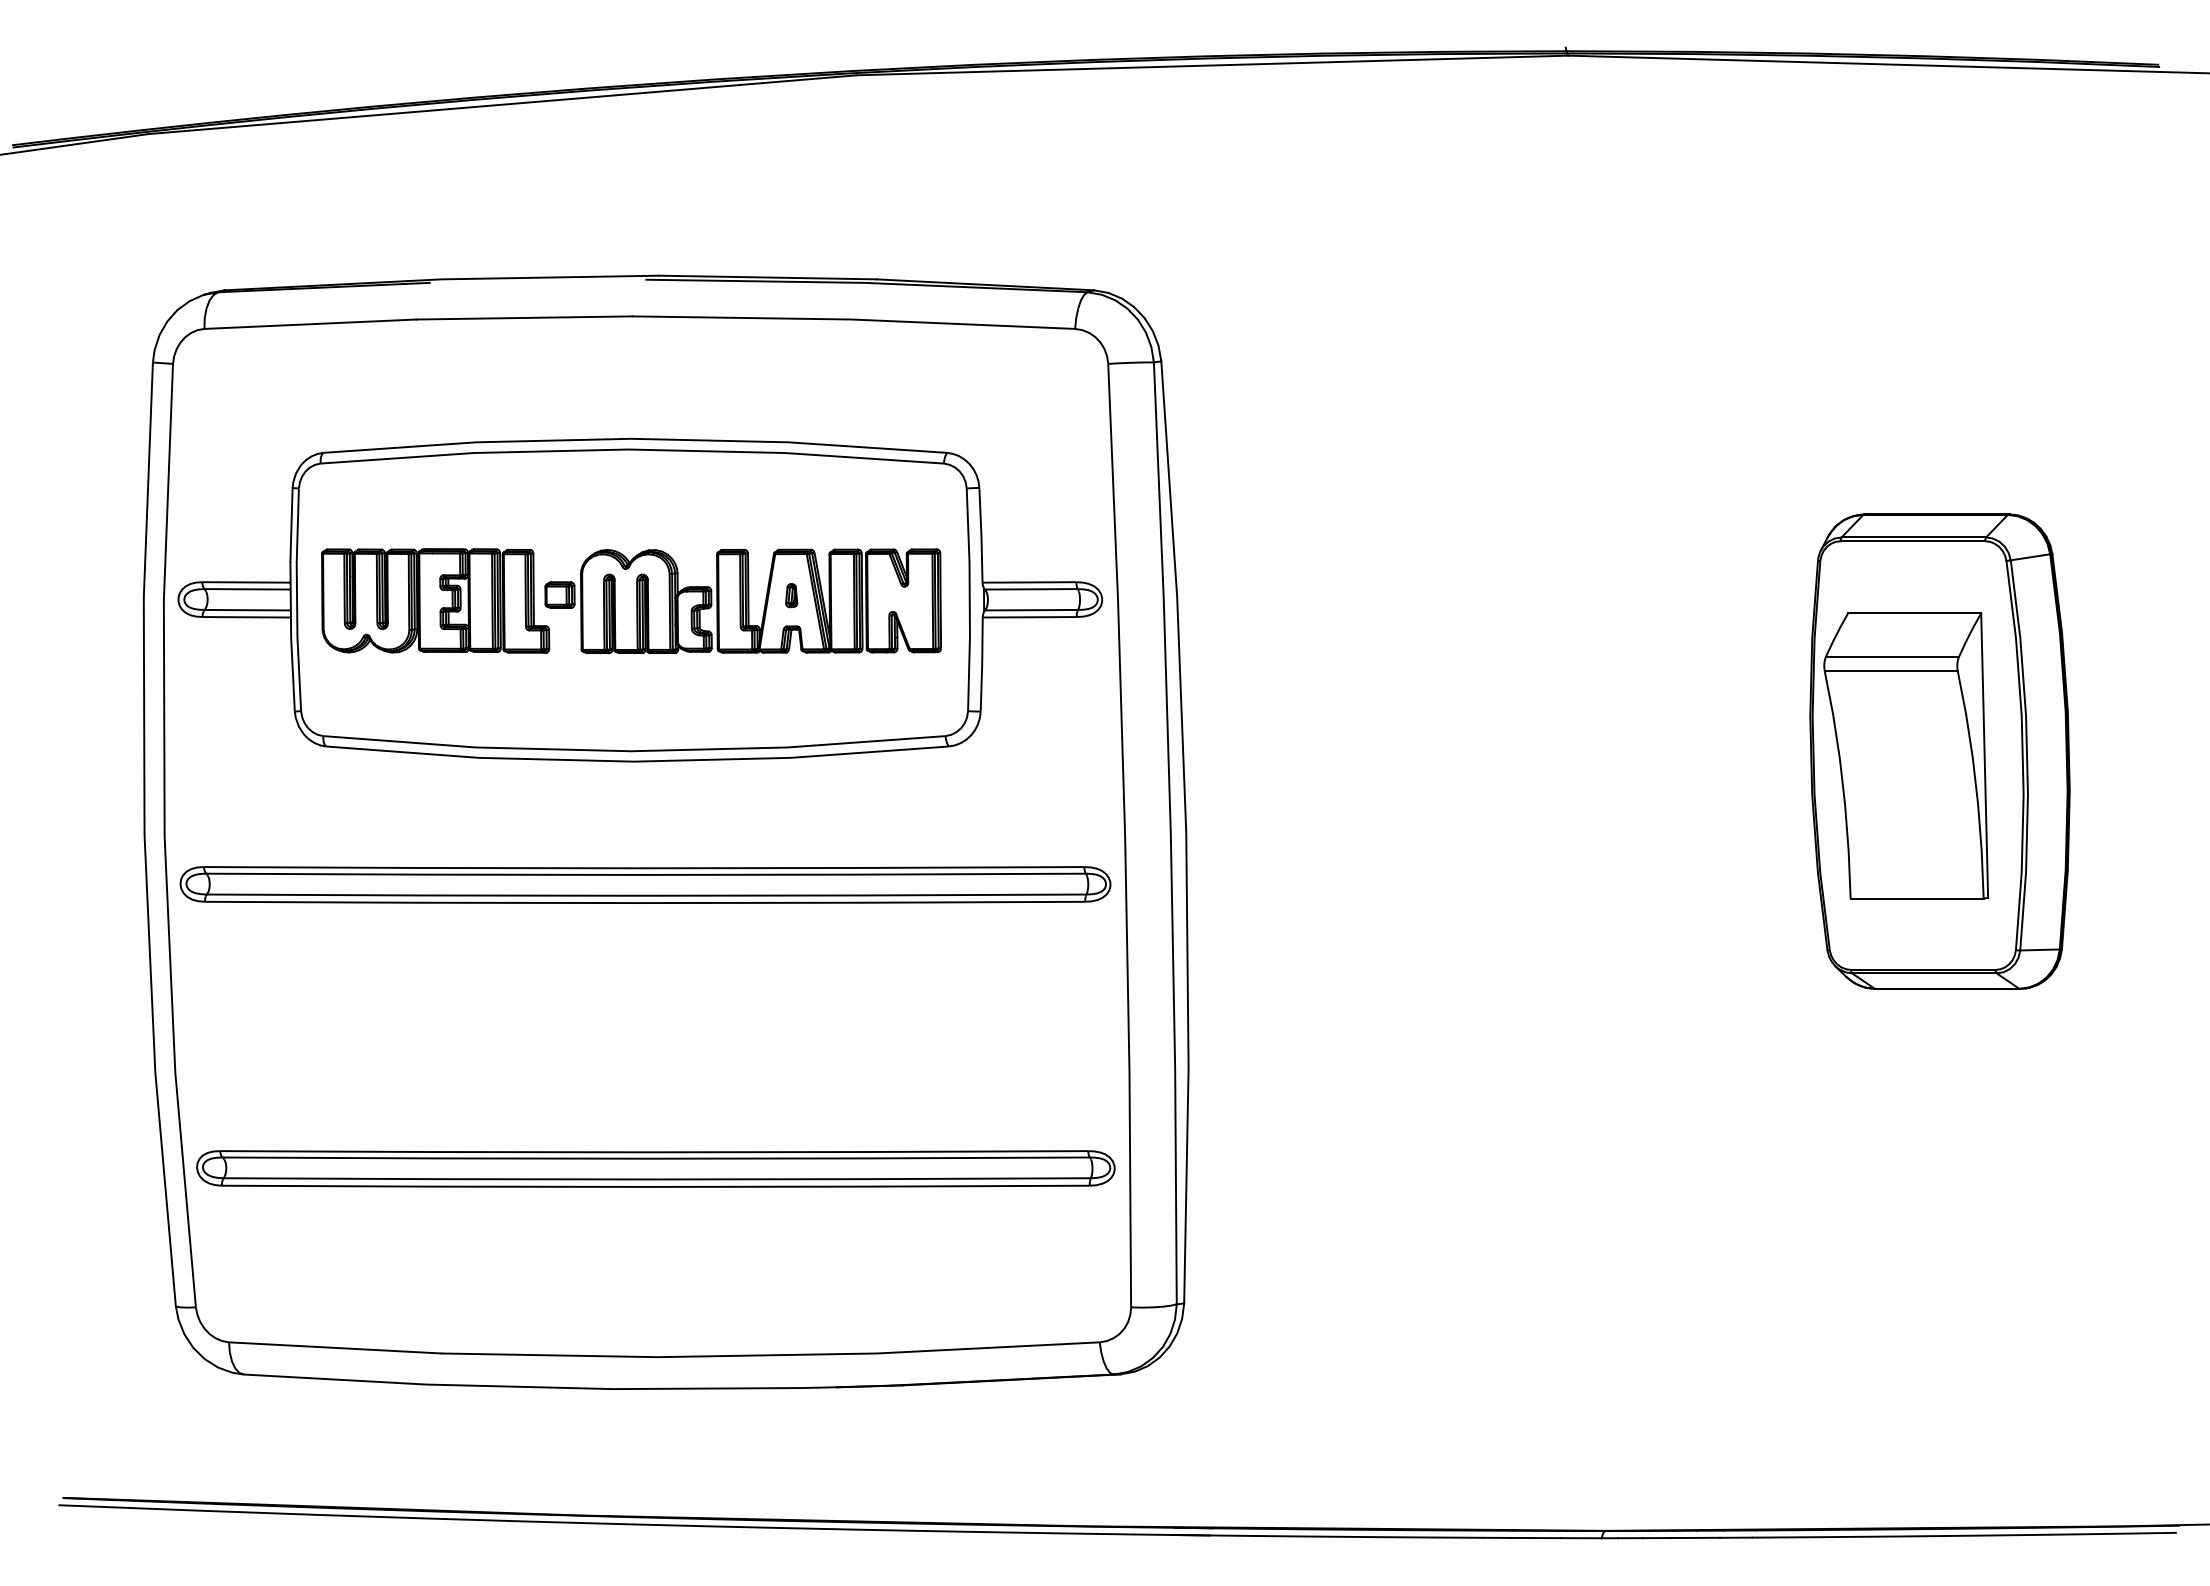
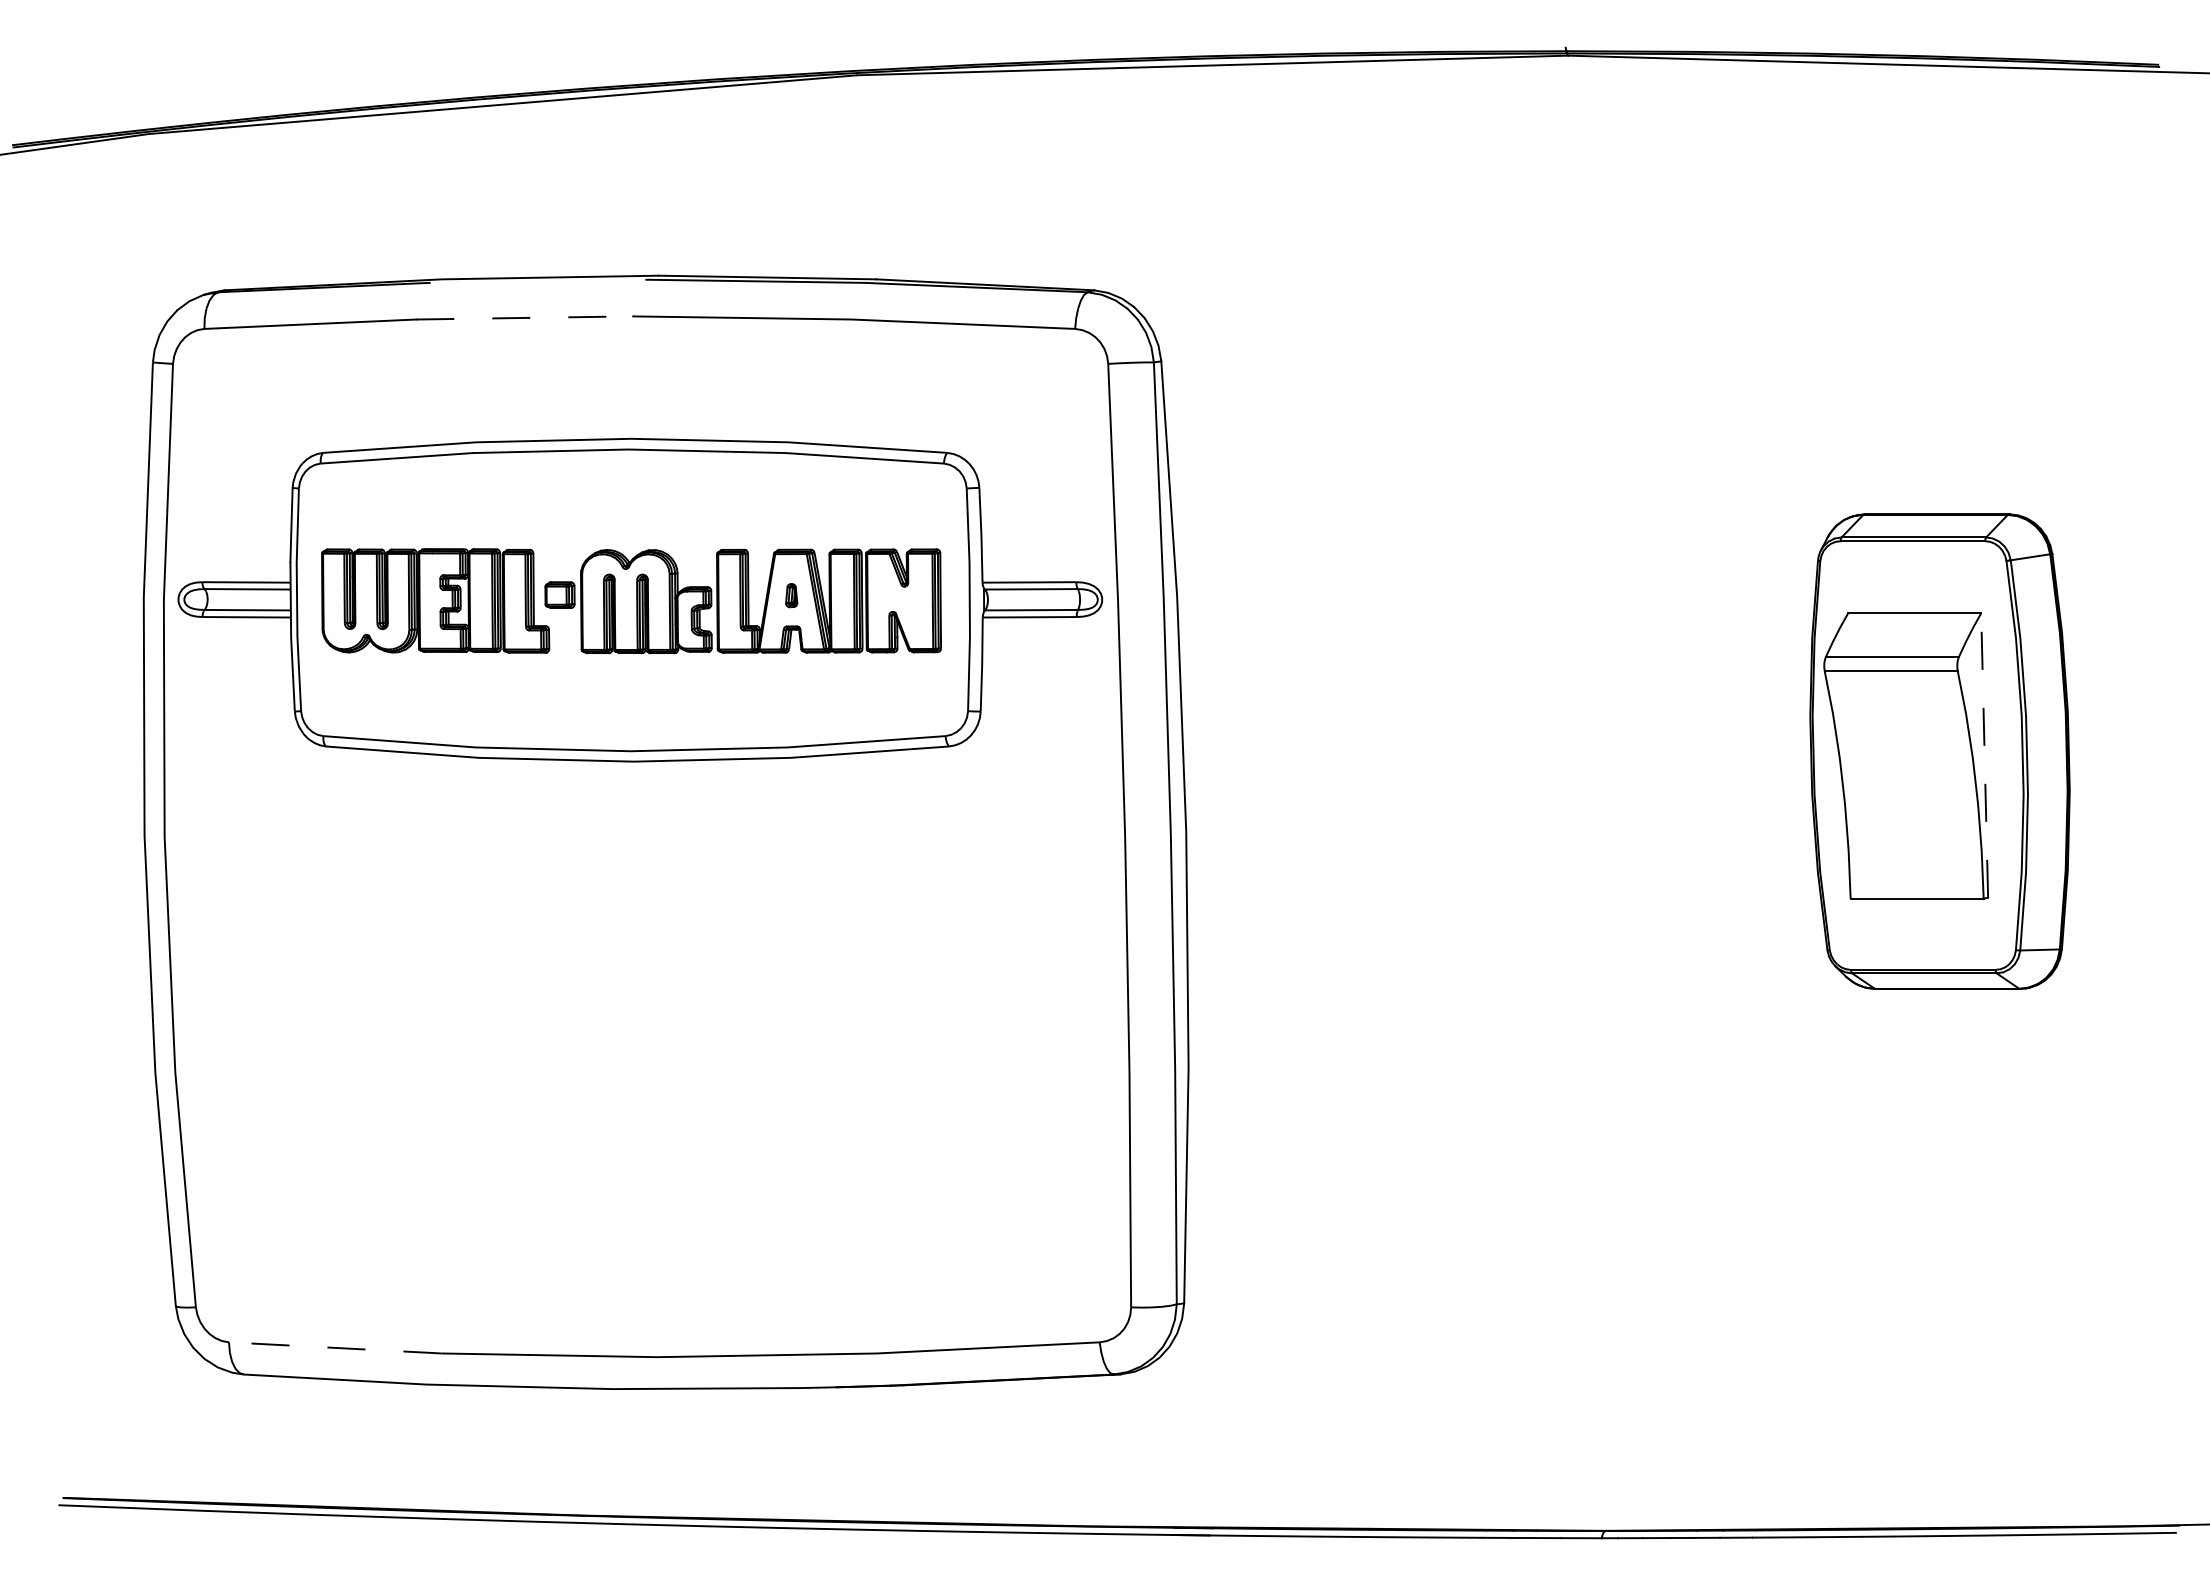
line at (524, 317): solid -> dashed
line at (1984, 755): solid -> dashed
part at (645, 884): present -> none
part at (655, 1168): present -> none
line at (334, 1347): solid -> dashed
